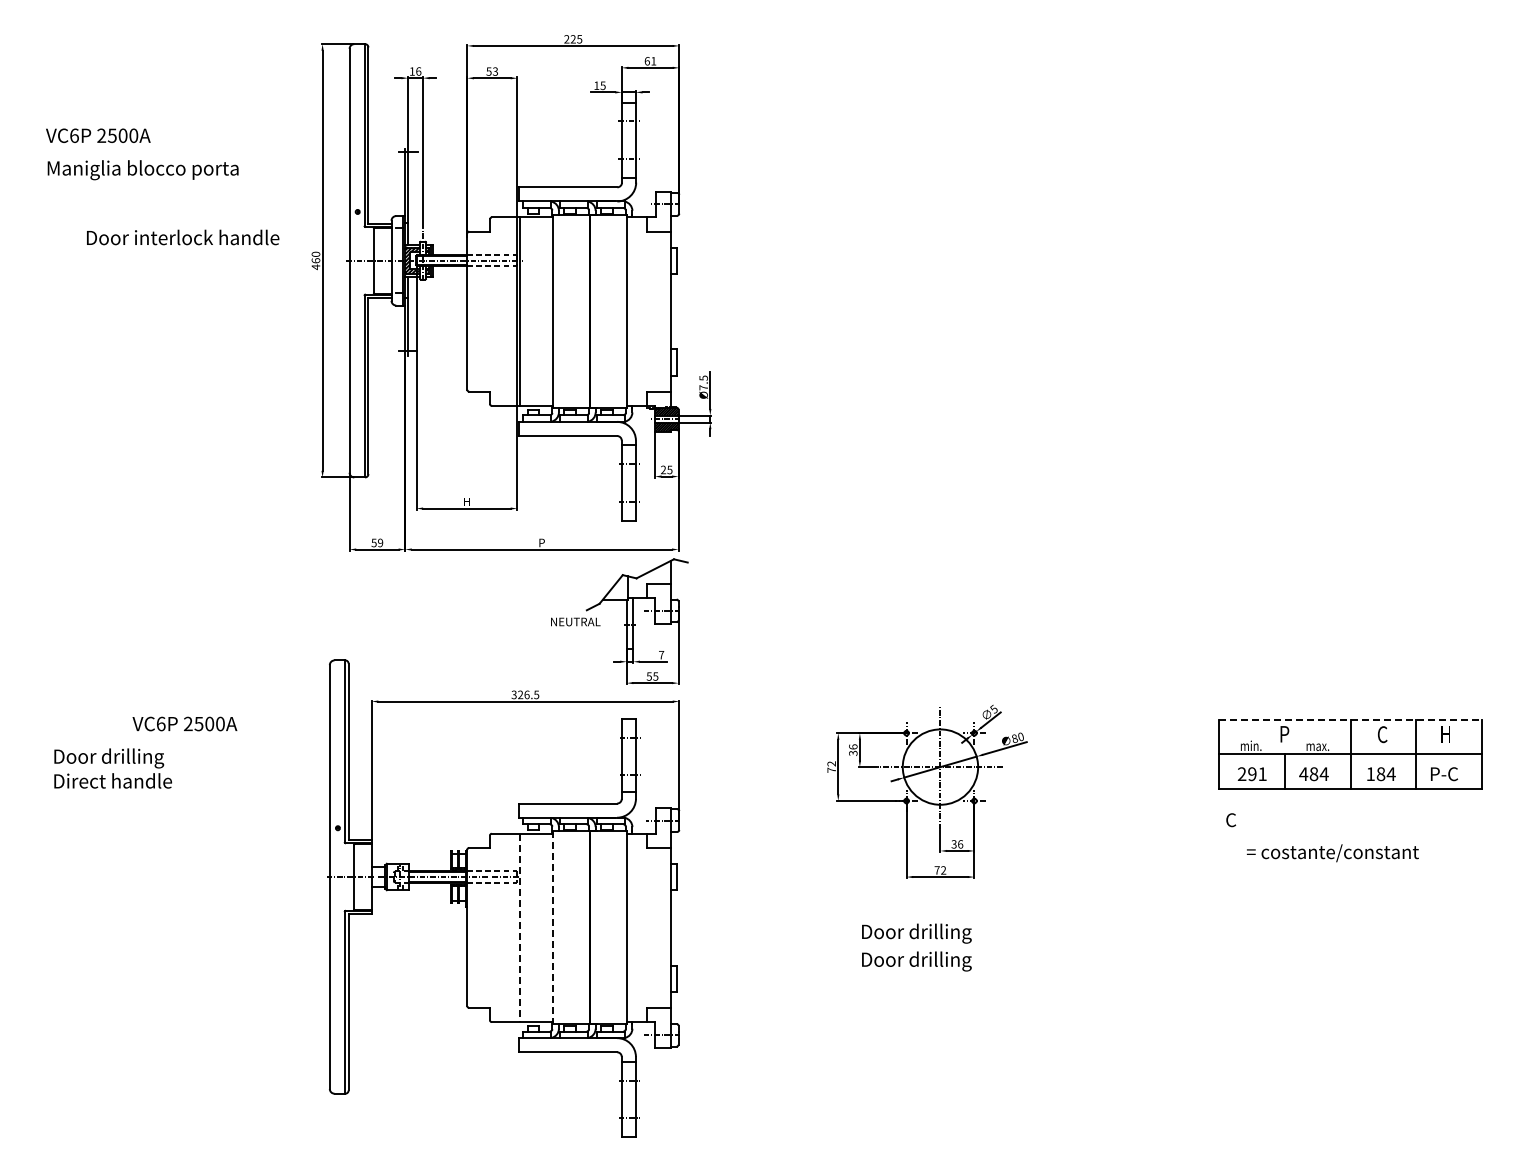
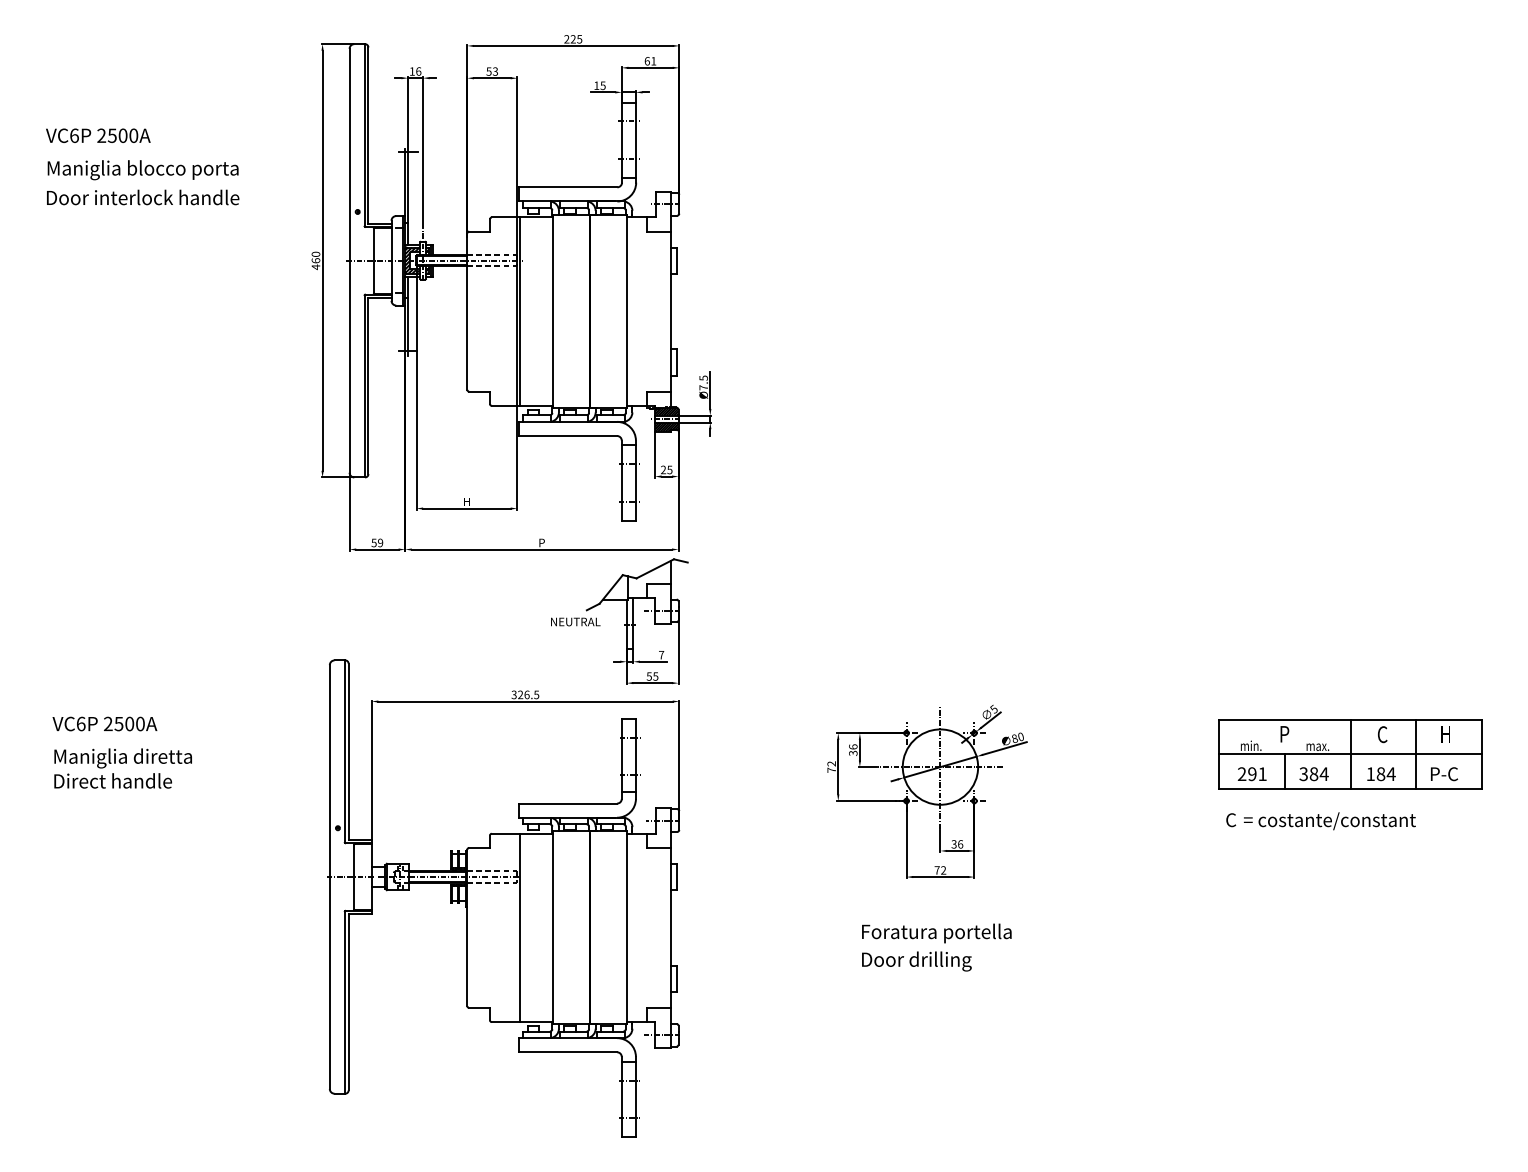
text at (183, 237) position: (183, 237) -> (143, 197)
line at (1350, 719): dashed -> solid
text at (184, 723) position: (184, 723) -> (104, 723)
text at (123, 758): Door drilling -> Maniglia diretta
text at (1303, 774): 484 -> 384
text at (1332, 853) position: (1332, 853) -> (1329, 821)
line at (553, 927): dashed -> solid
line at (519, 928): dashed -> solid
text at (937, 933): Door drilling -> Foratura portella
